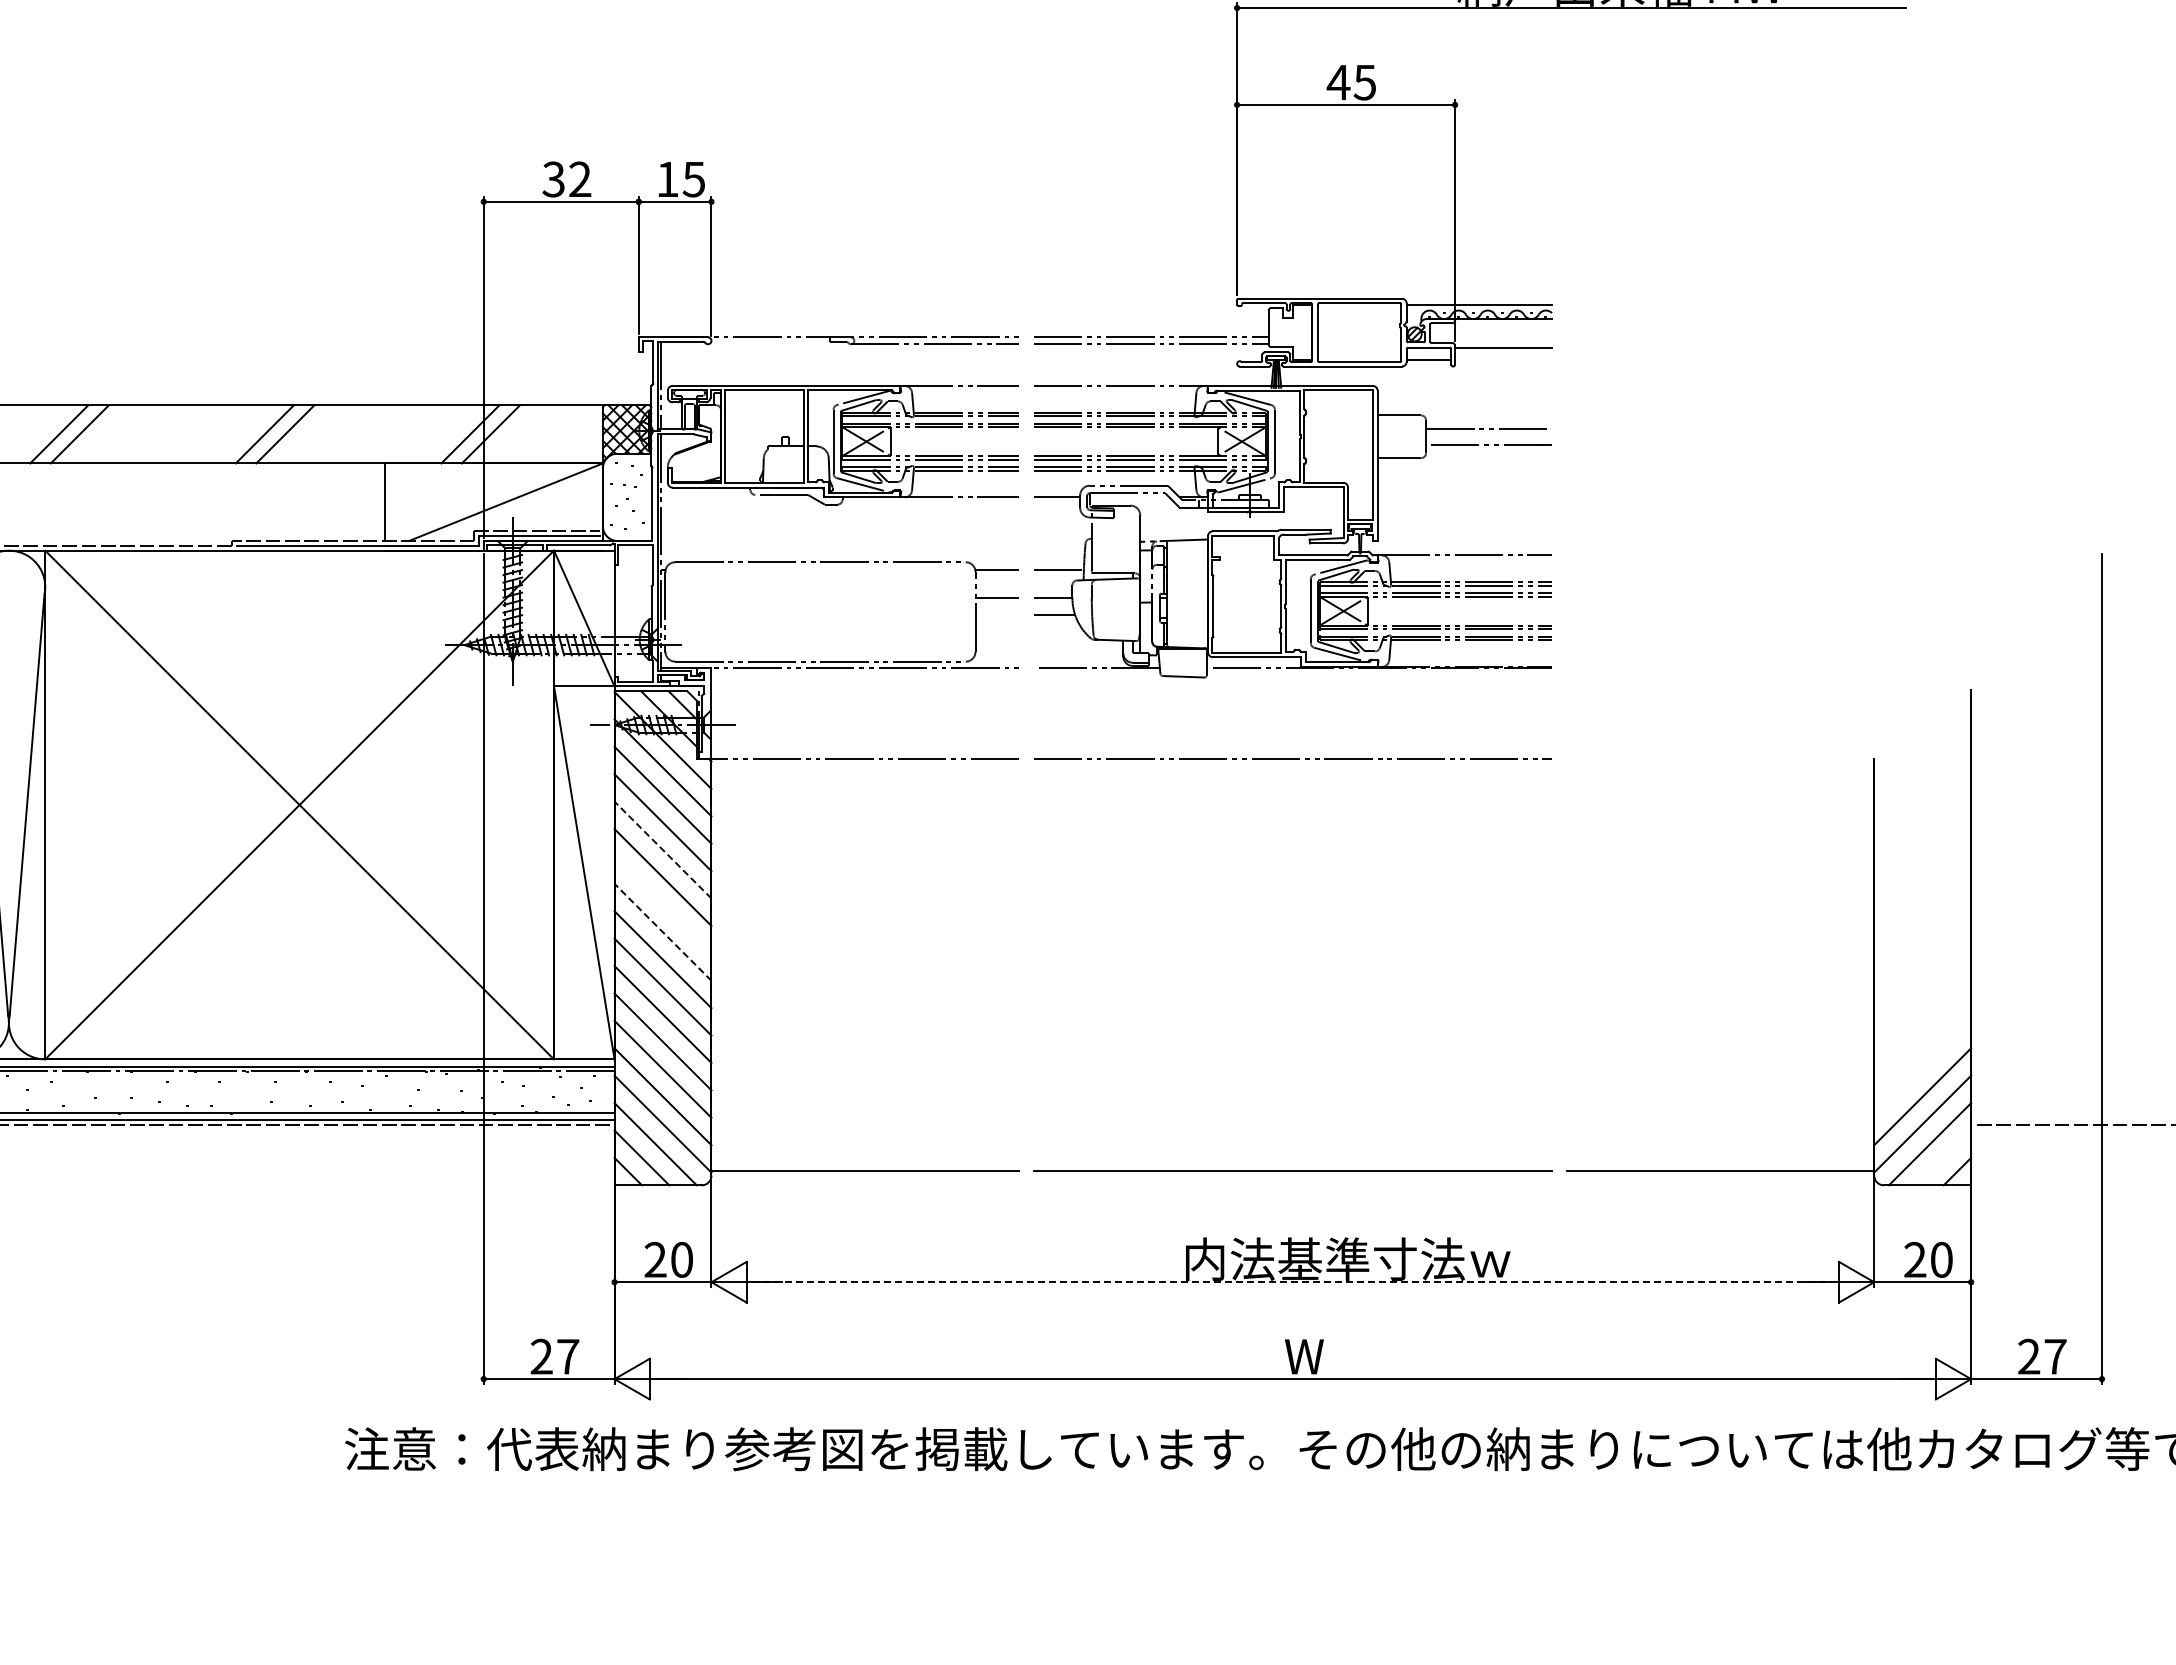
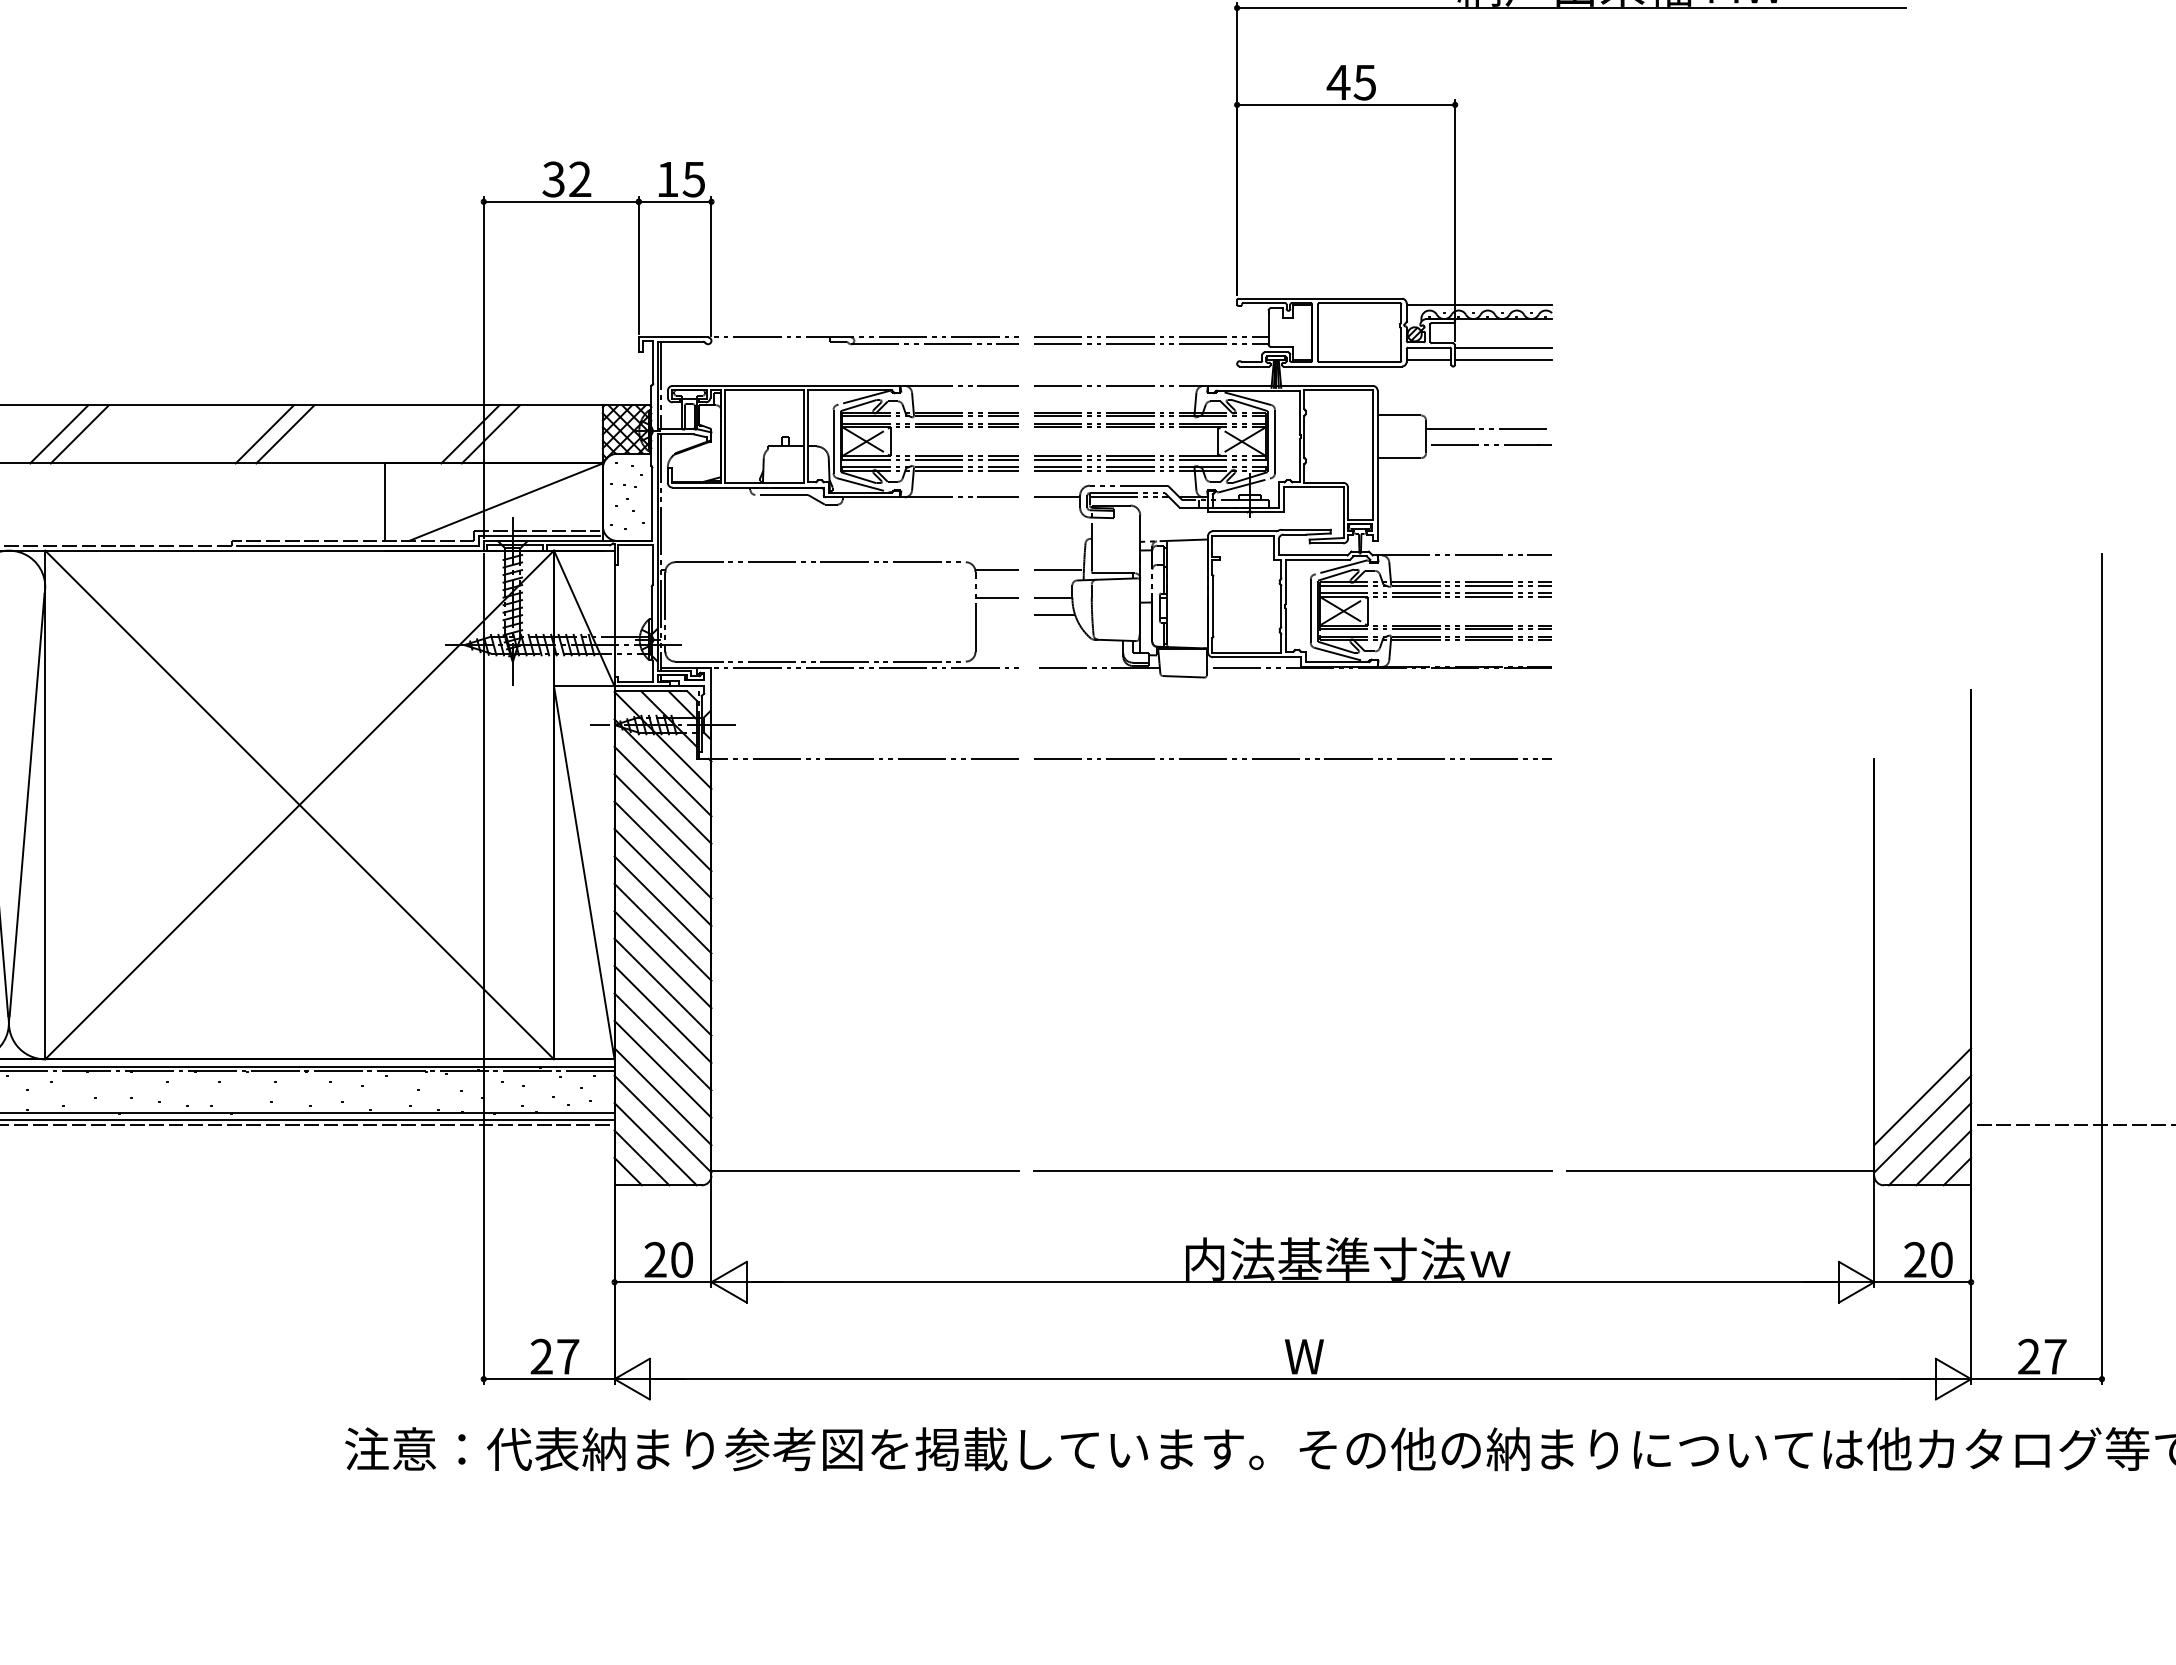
line at (1503, 360): none -> present
line at (1129, 497): none -> present
line at (663, 850): dashed -> solid
line at (662, 904): none -> present
line at (663, 932): dashed -> solid
line at (1943, 1157): none -> present
line at (1292, 1282): dashed -> solid
